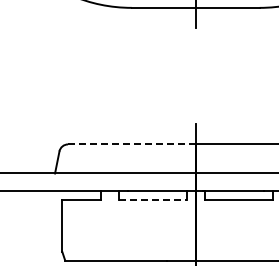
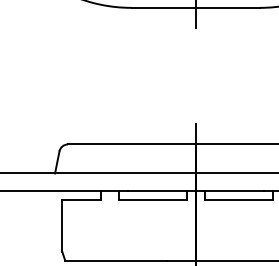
line at (132, 144): dashed -> solid
line at (153, 199): dashed -> solid
